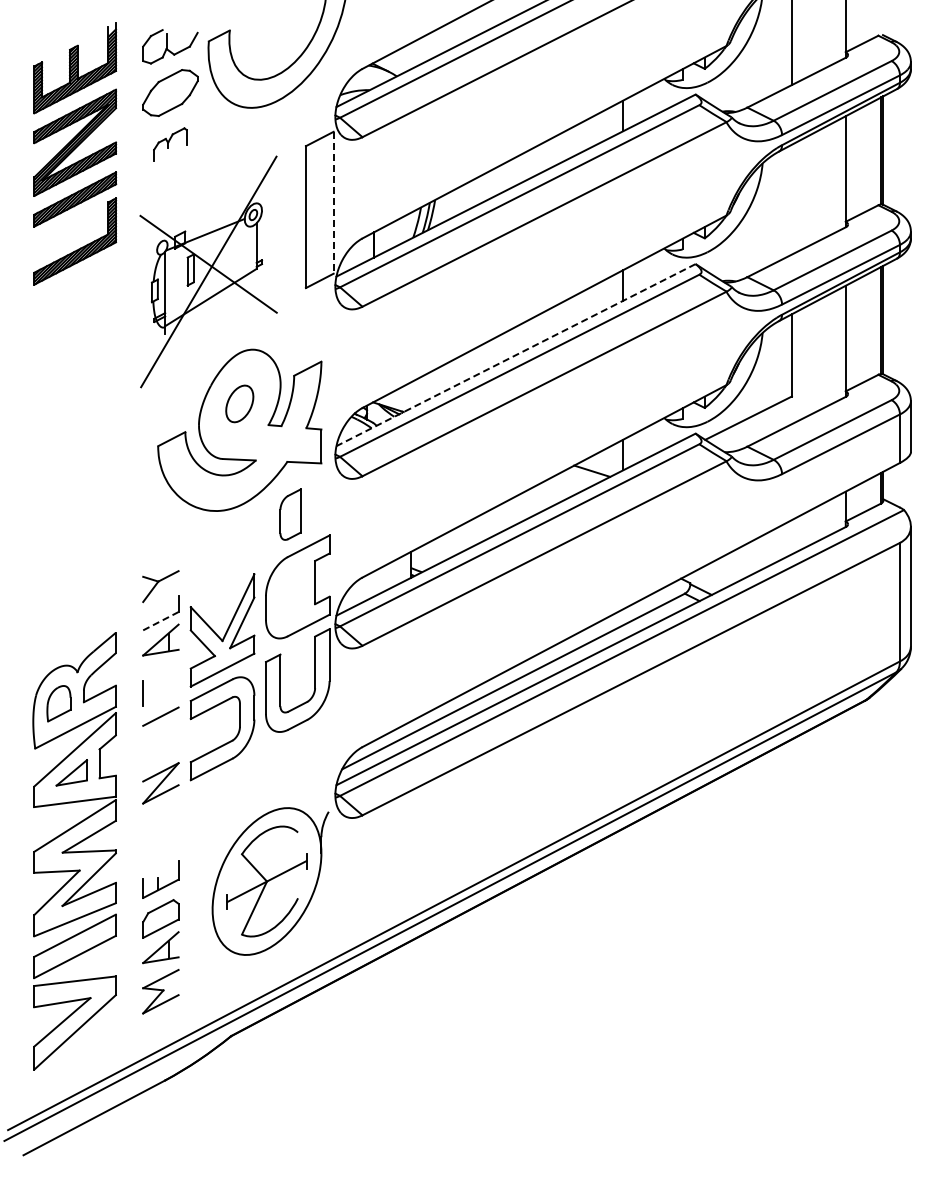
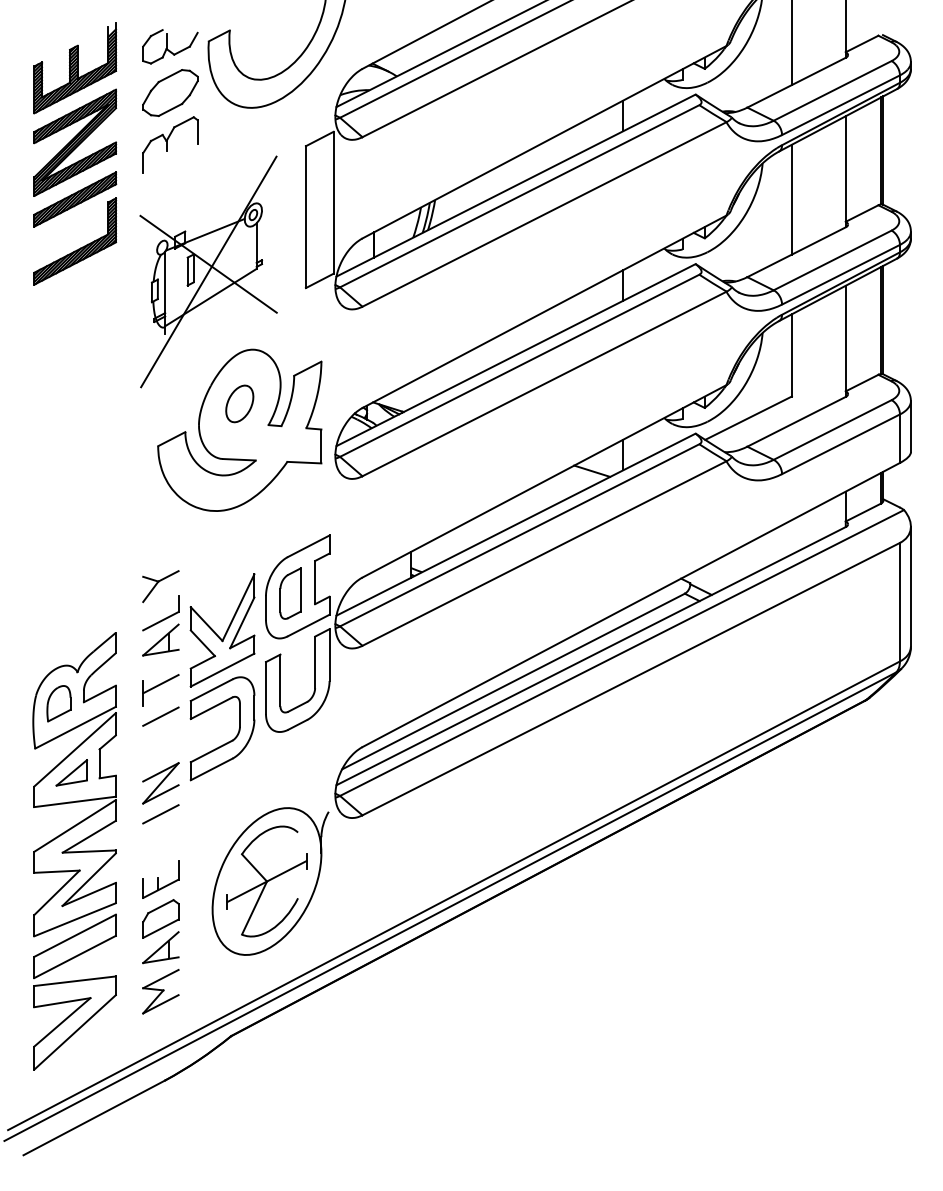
part at (170, 144) size: 35x35 px -> 57x58 px
line at (791, 199): none -> present
line at (333, 202): dashed -> solid
line at (515, 355): dashed -> solid
part at (290, 514) position: (290, 514) -> (290, 593)
line at (160, 621): dashed -> solid
line at (160, 684): none -> present
line at (160, 814): none -> present
